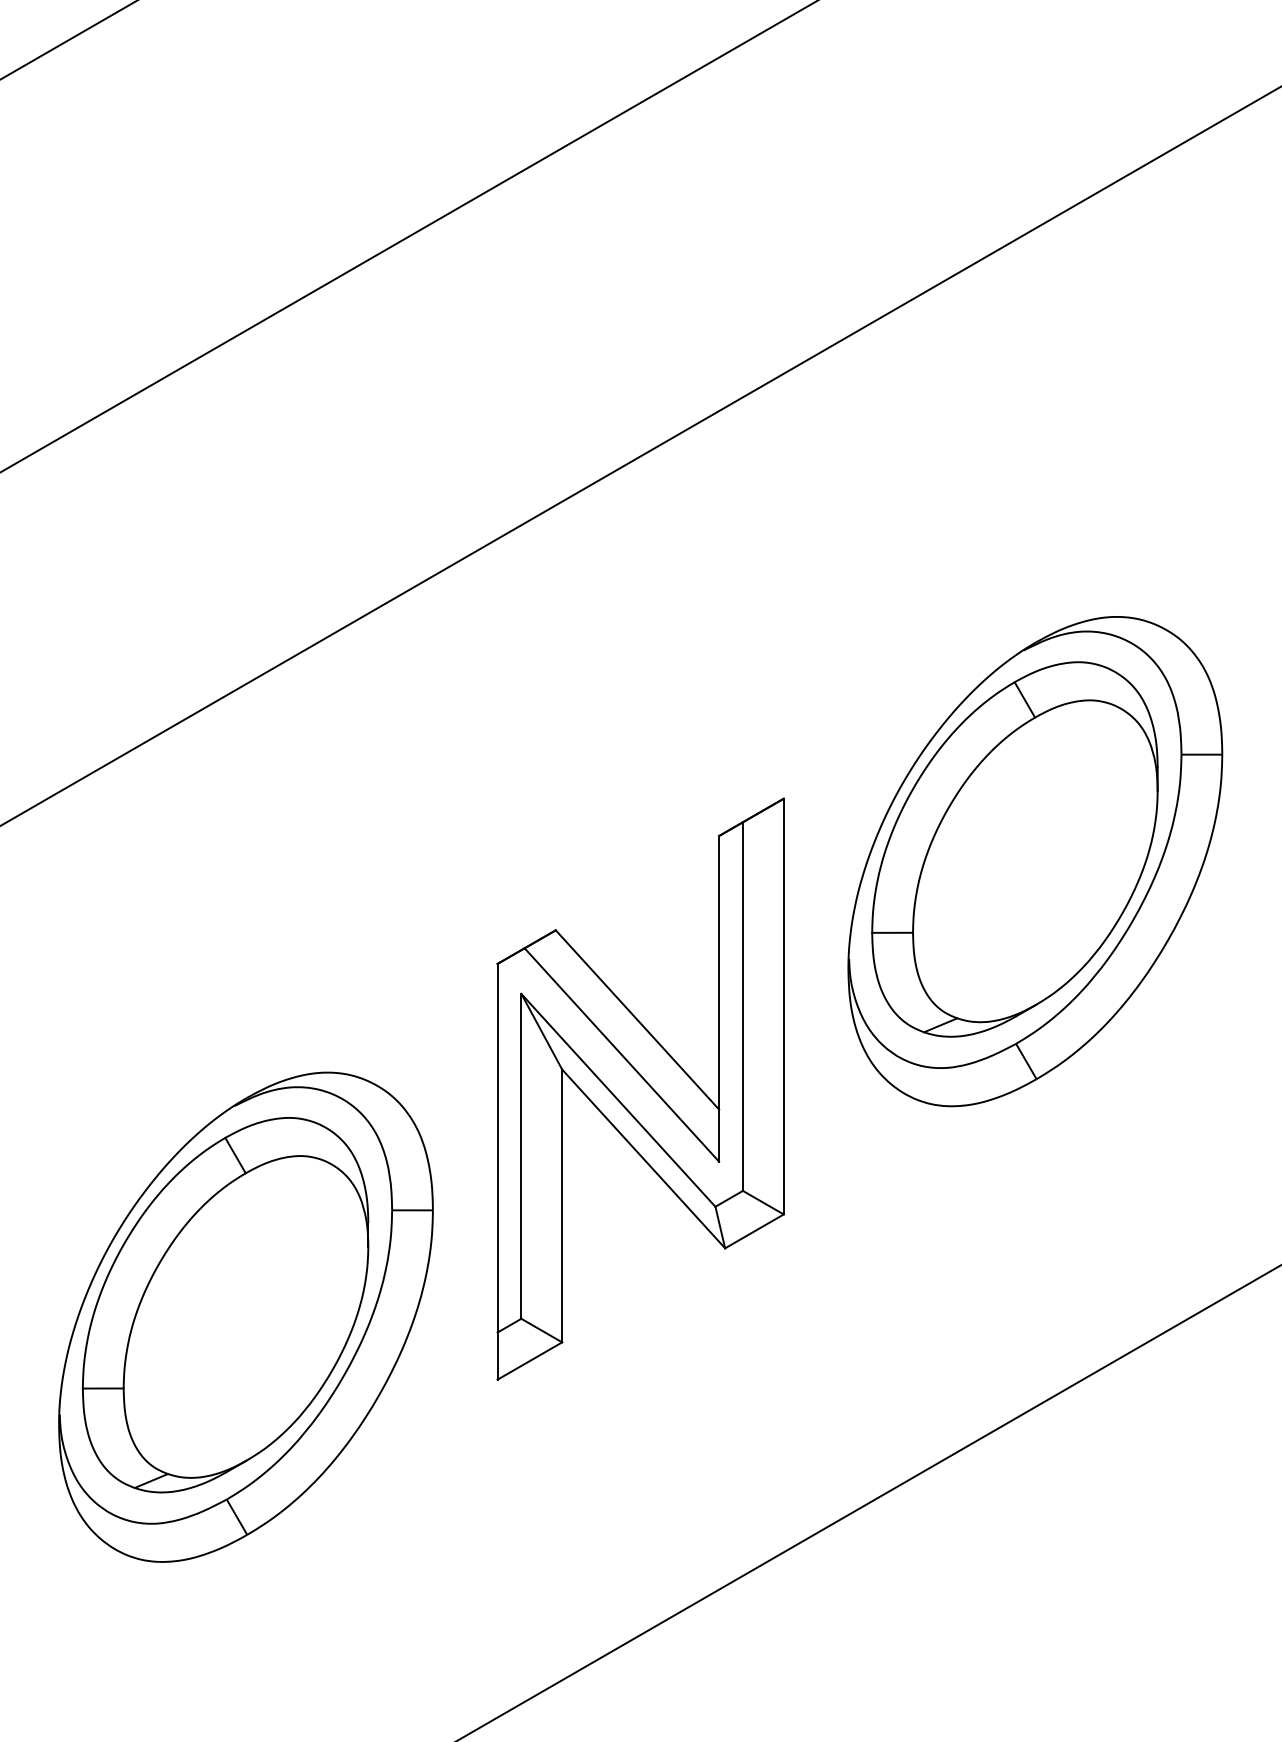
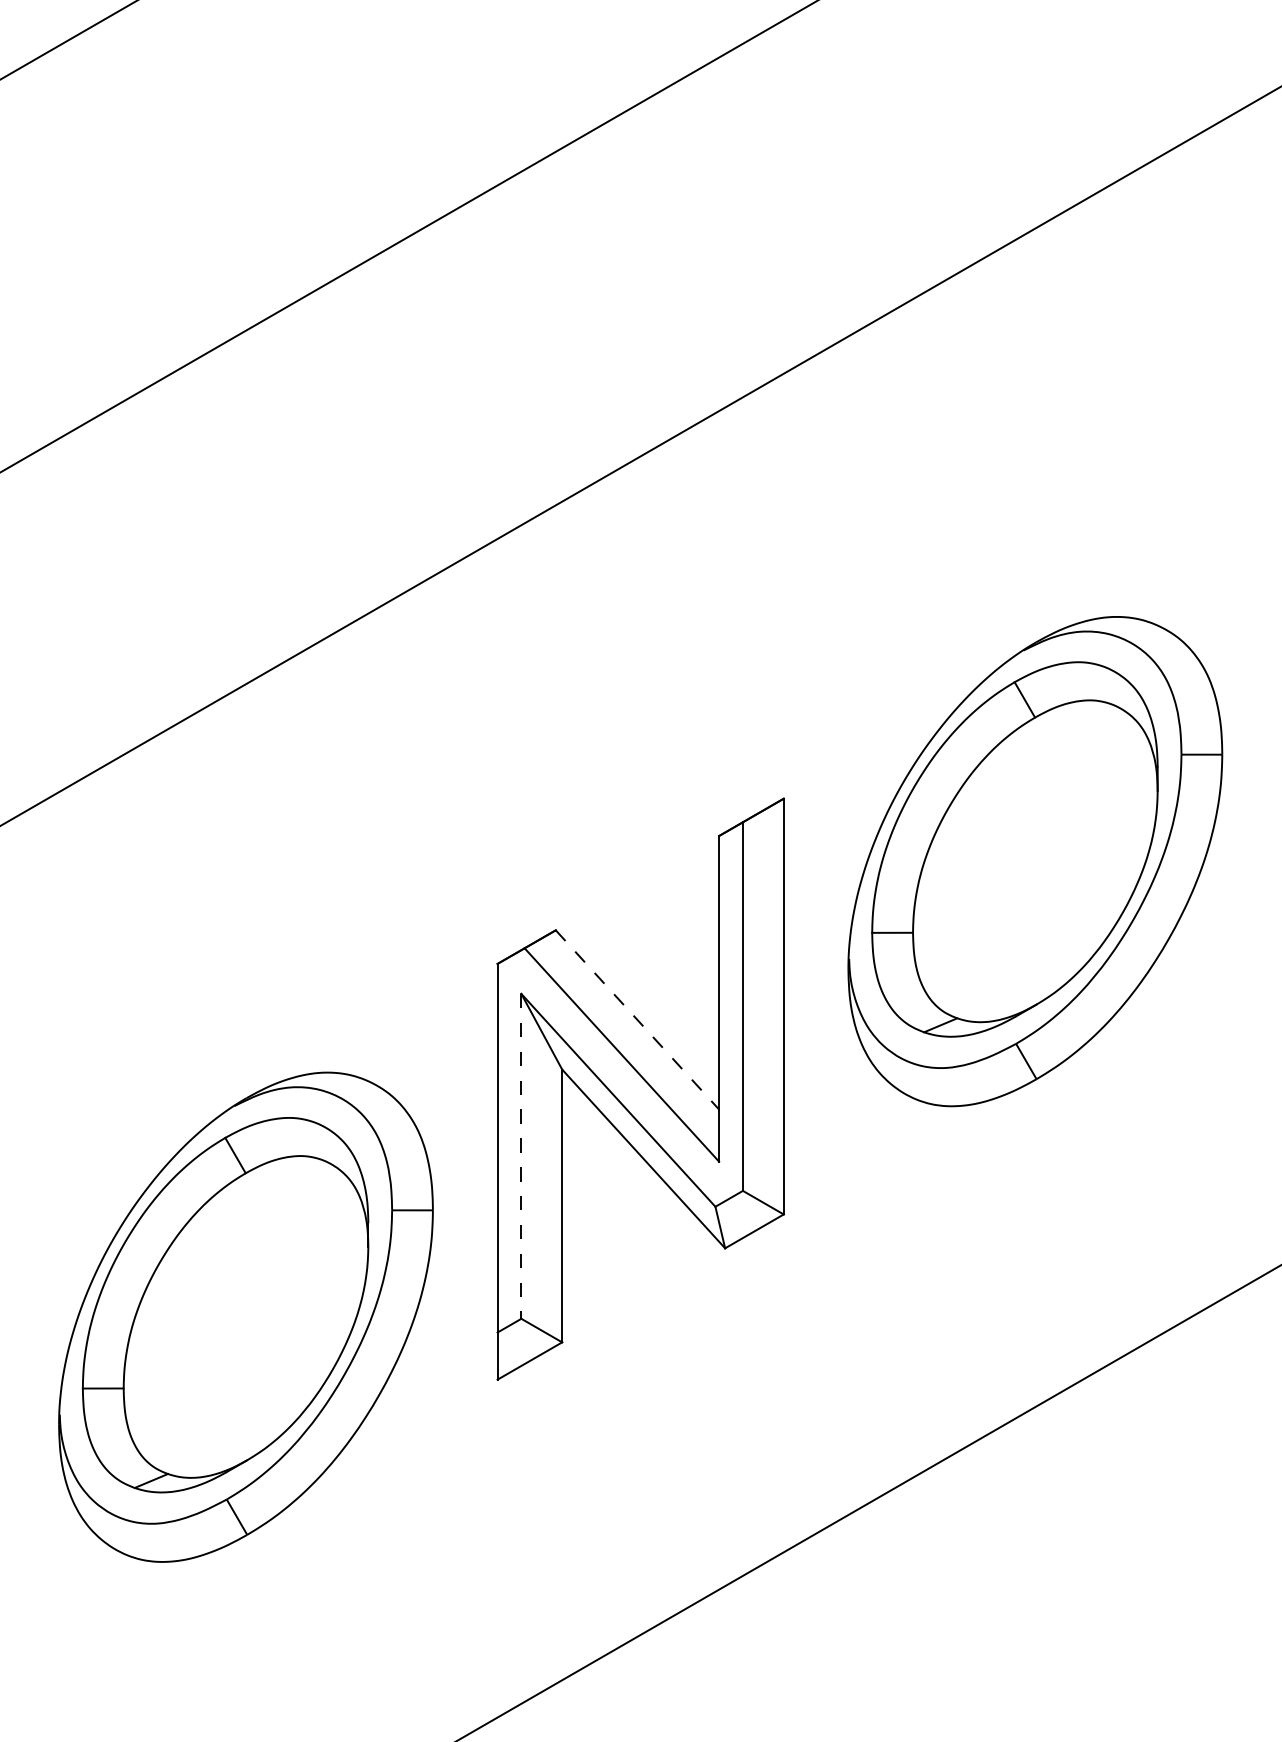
line at (637, 1020): solid -> dashed
line at (521, 1156): solid -> dashed
